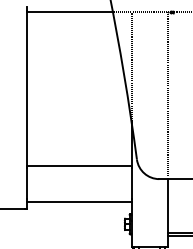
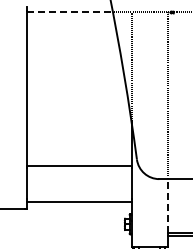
line at (70, 11): solid -> dashed
line at (167, 205): solid -> dashed
